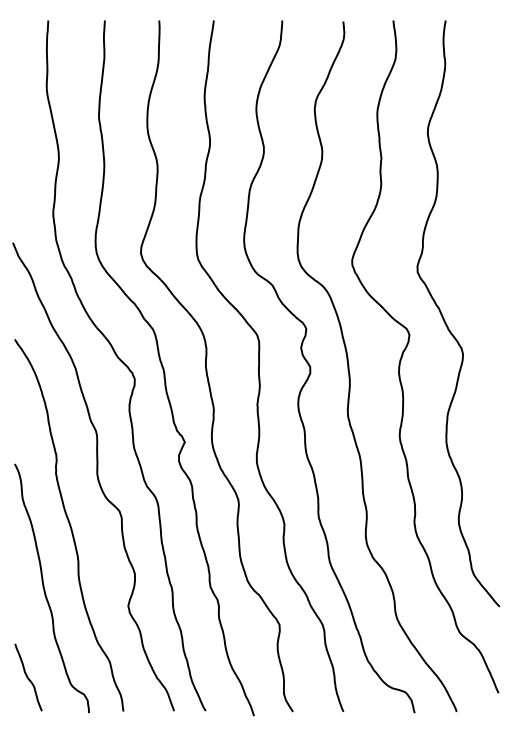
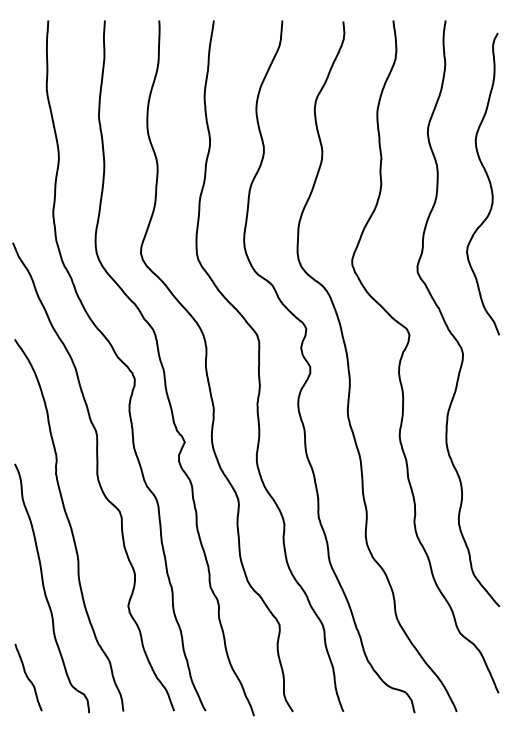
curve at (488, 181): none -> present
